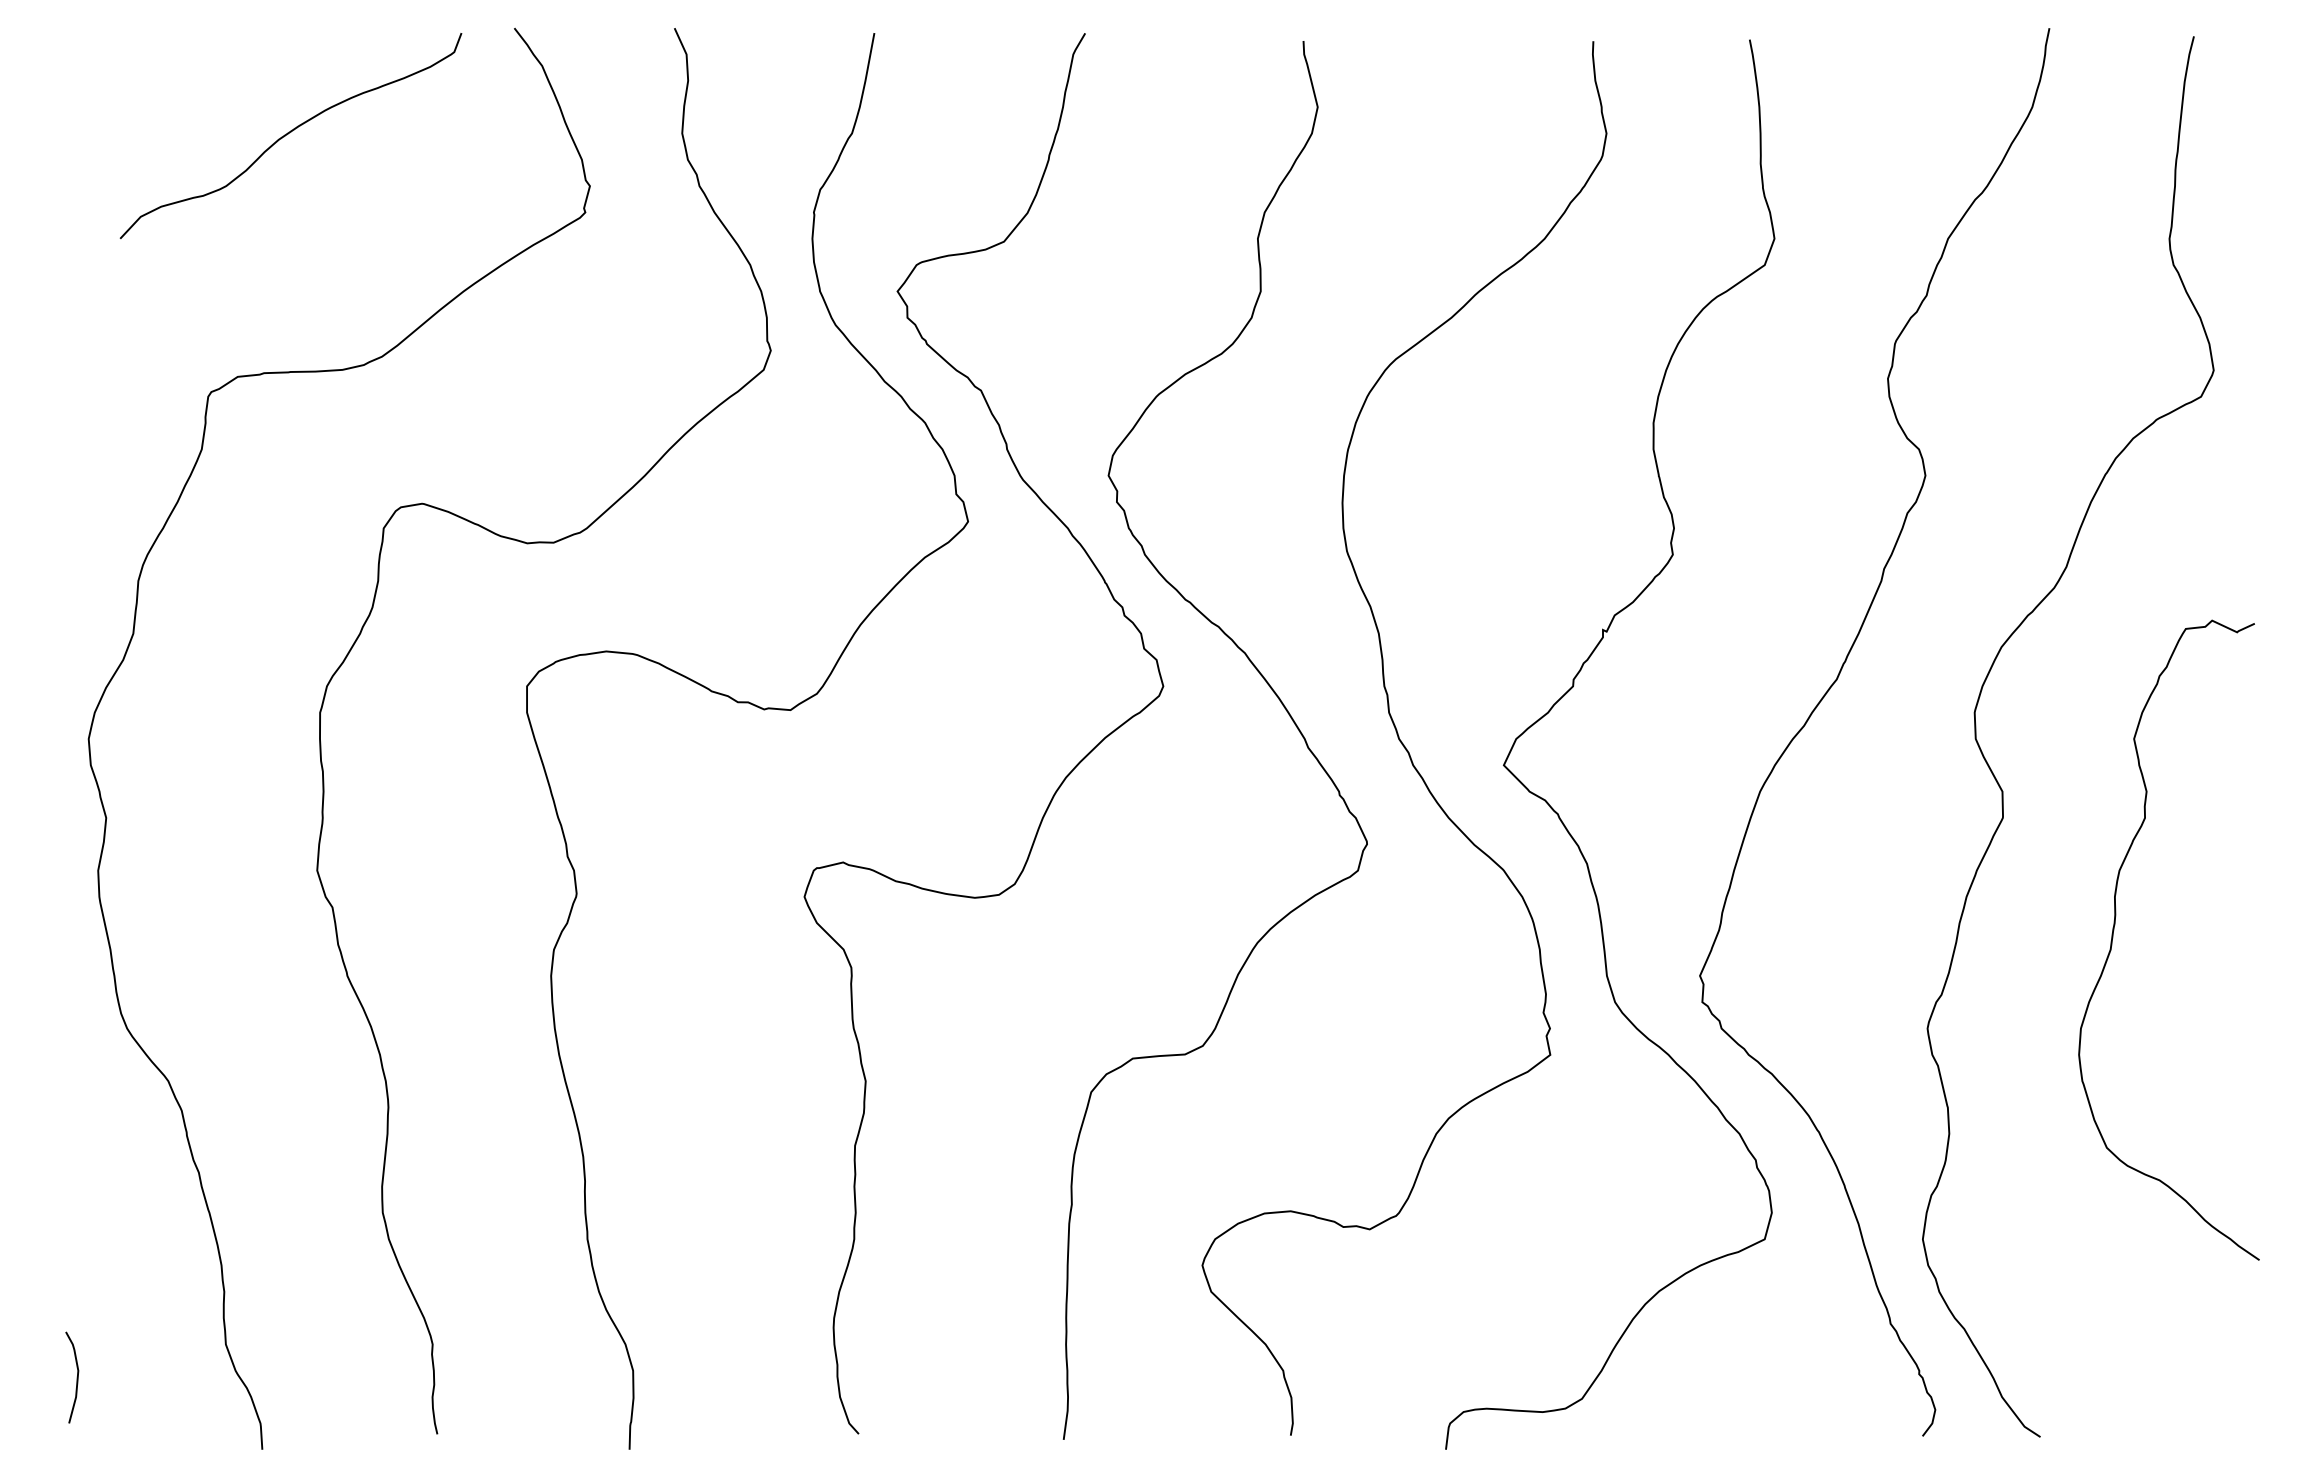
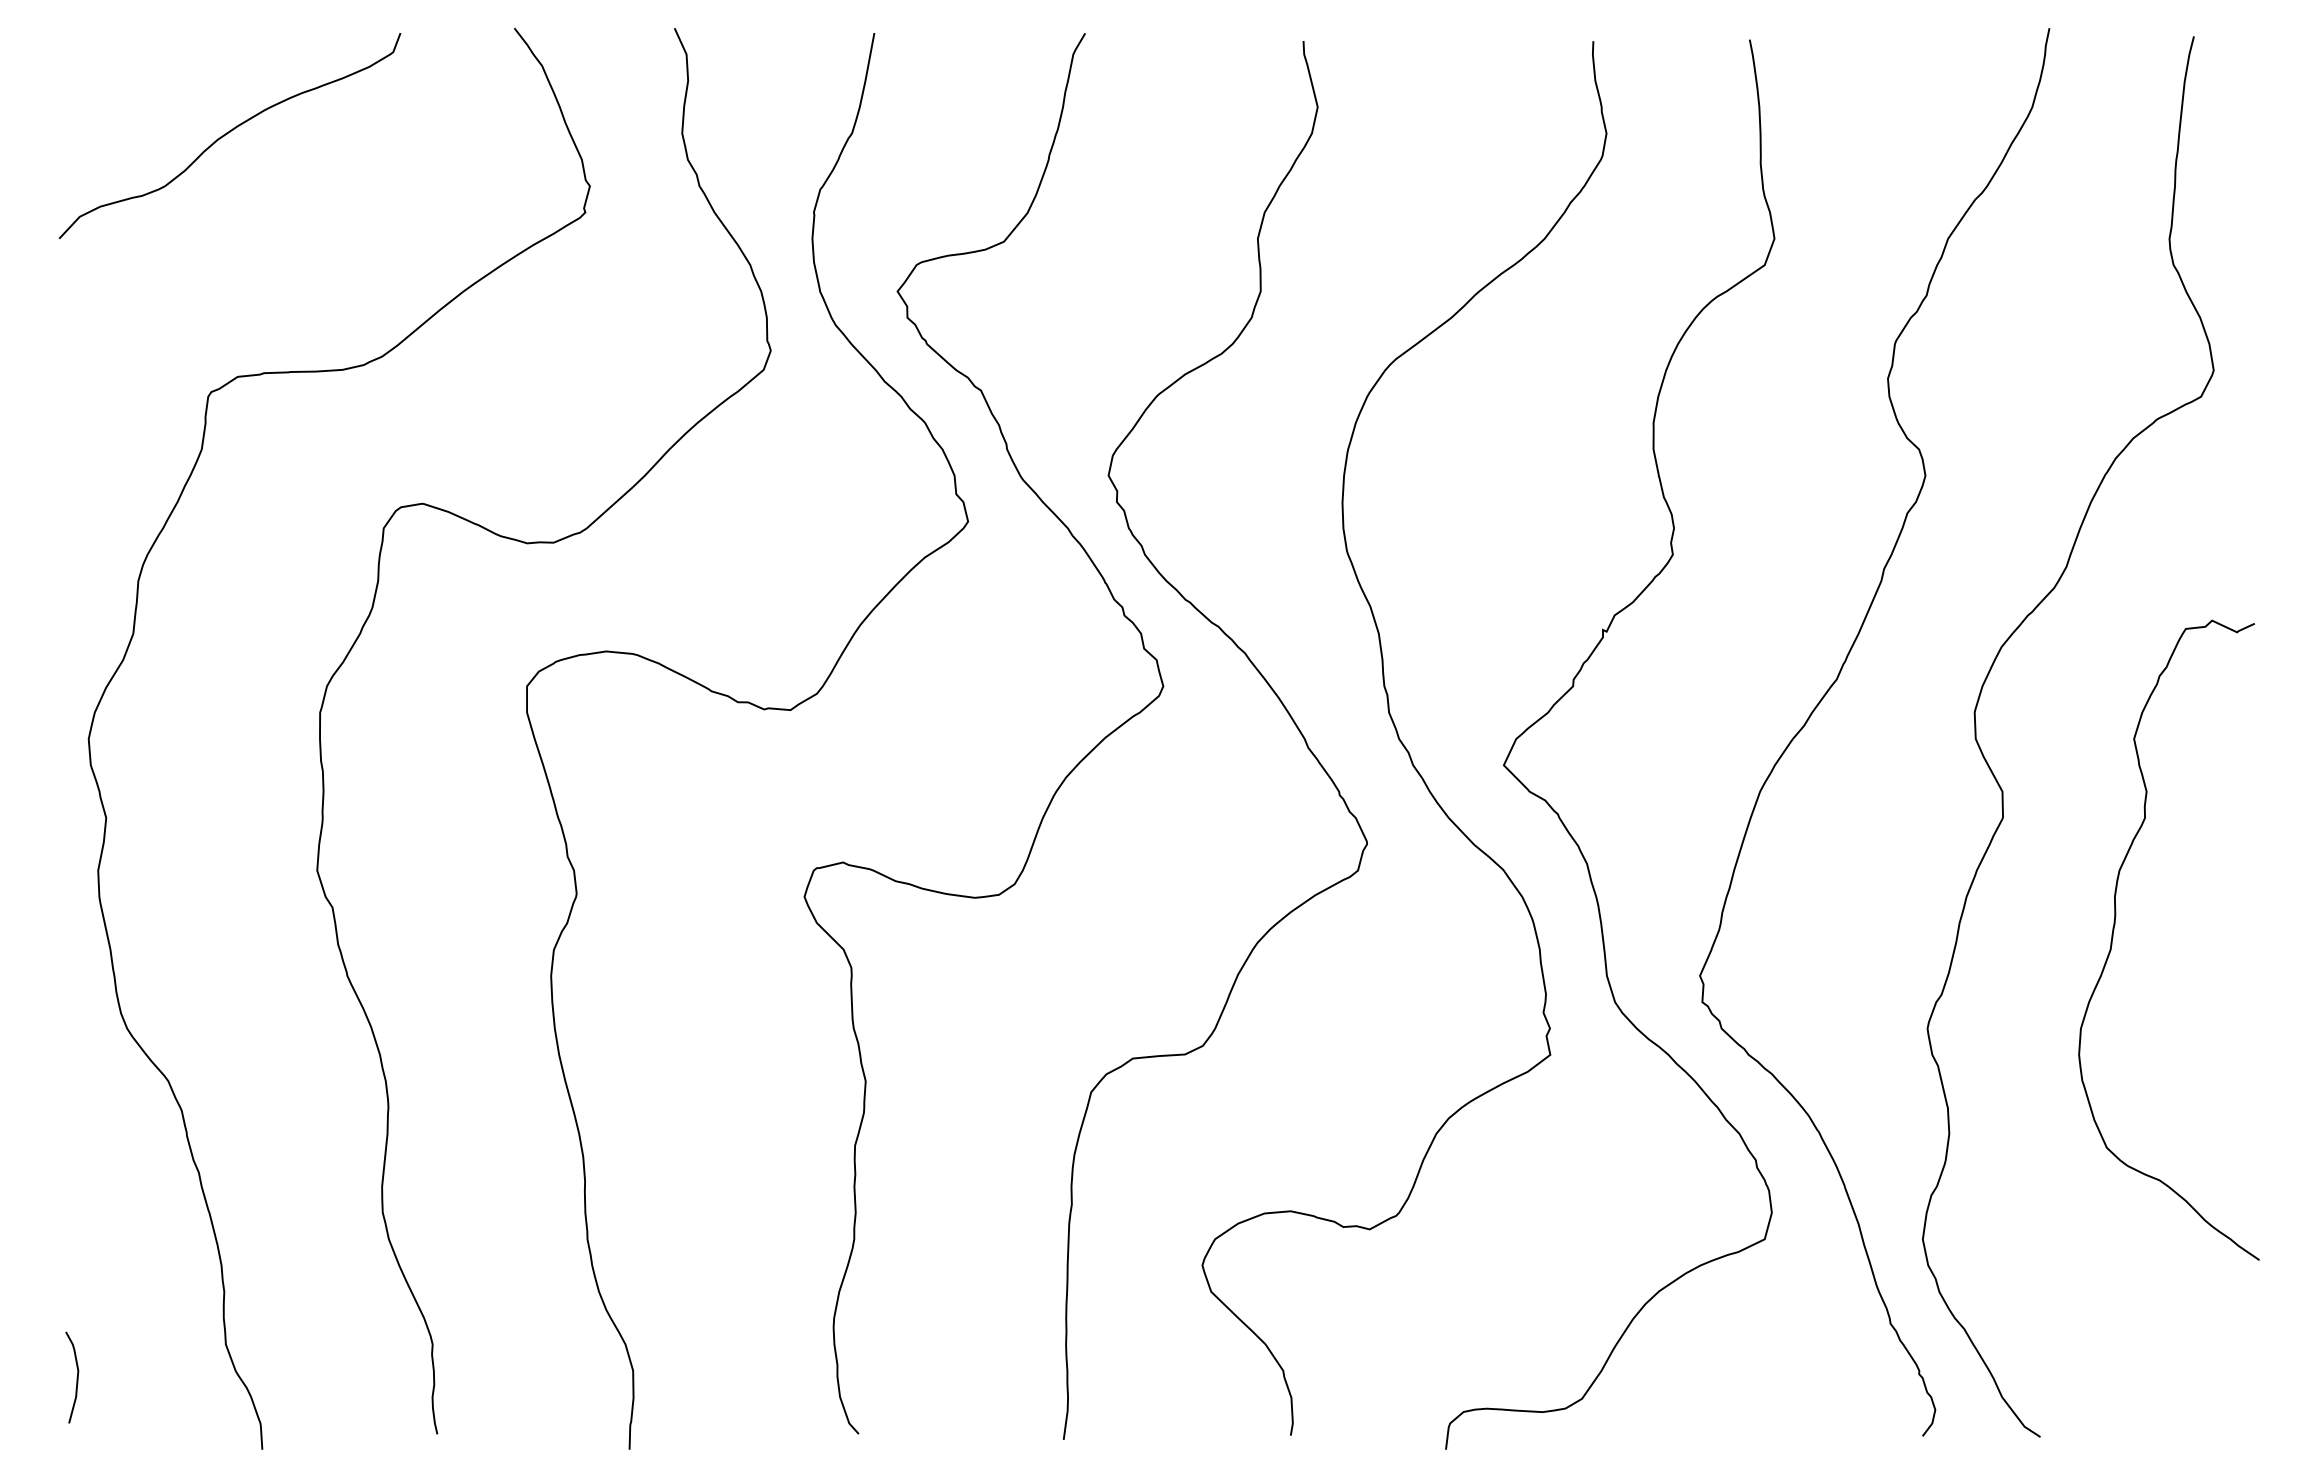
curve at (288, 134) position: (288, 134) -> (227, 134)
